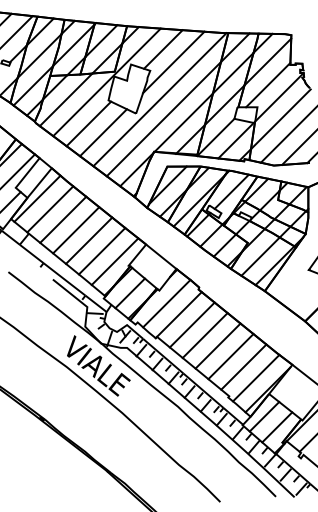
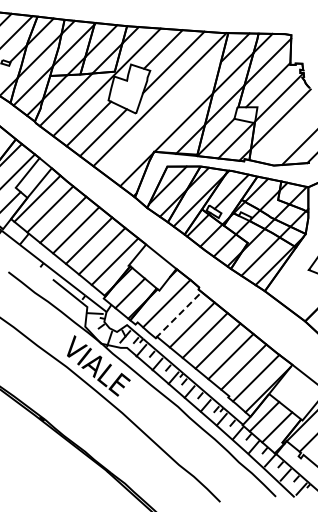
line at (163, 119): present -> none
line at (287, 135): present -> none
line at (178, 315): solid -> dashed
